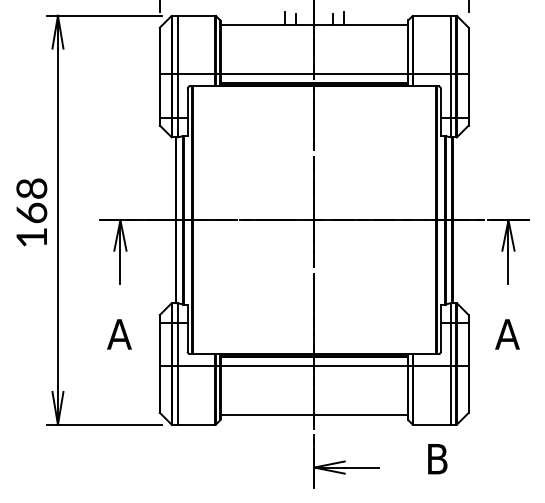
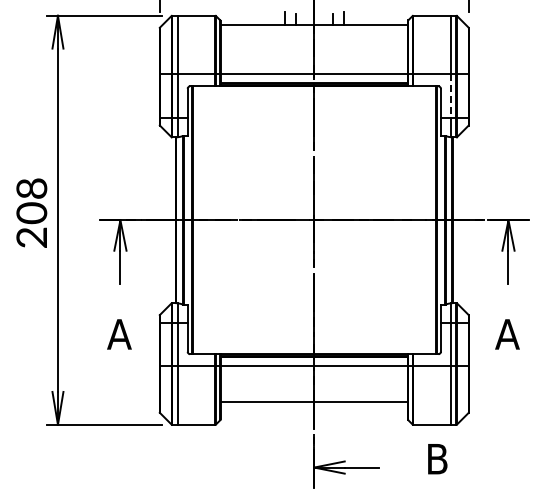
line at (450, 96): solid -> dashed
text at (31, 224): 168 -> 208
line at (314, 415) position: (314, 415) -> (314, 402)
